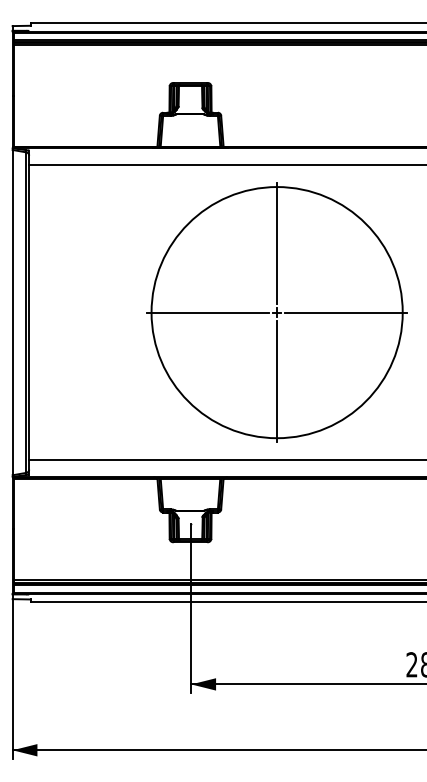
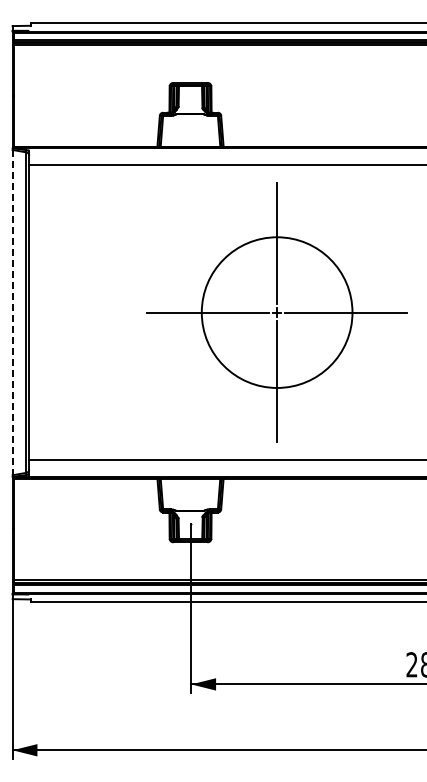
line at (12, 312): solid -> dashed
circle at (276, 312) diameter: 251 px -> 151 px
